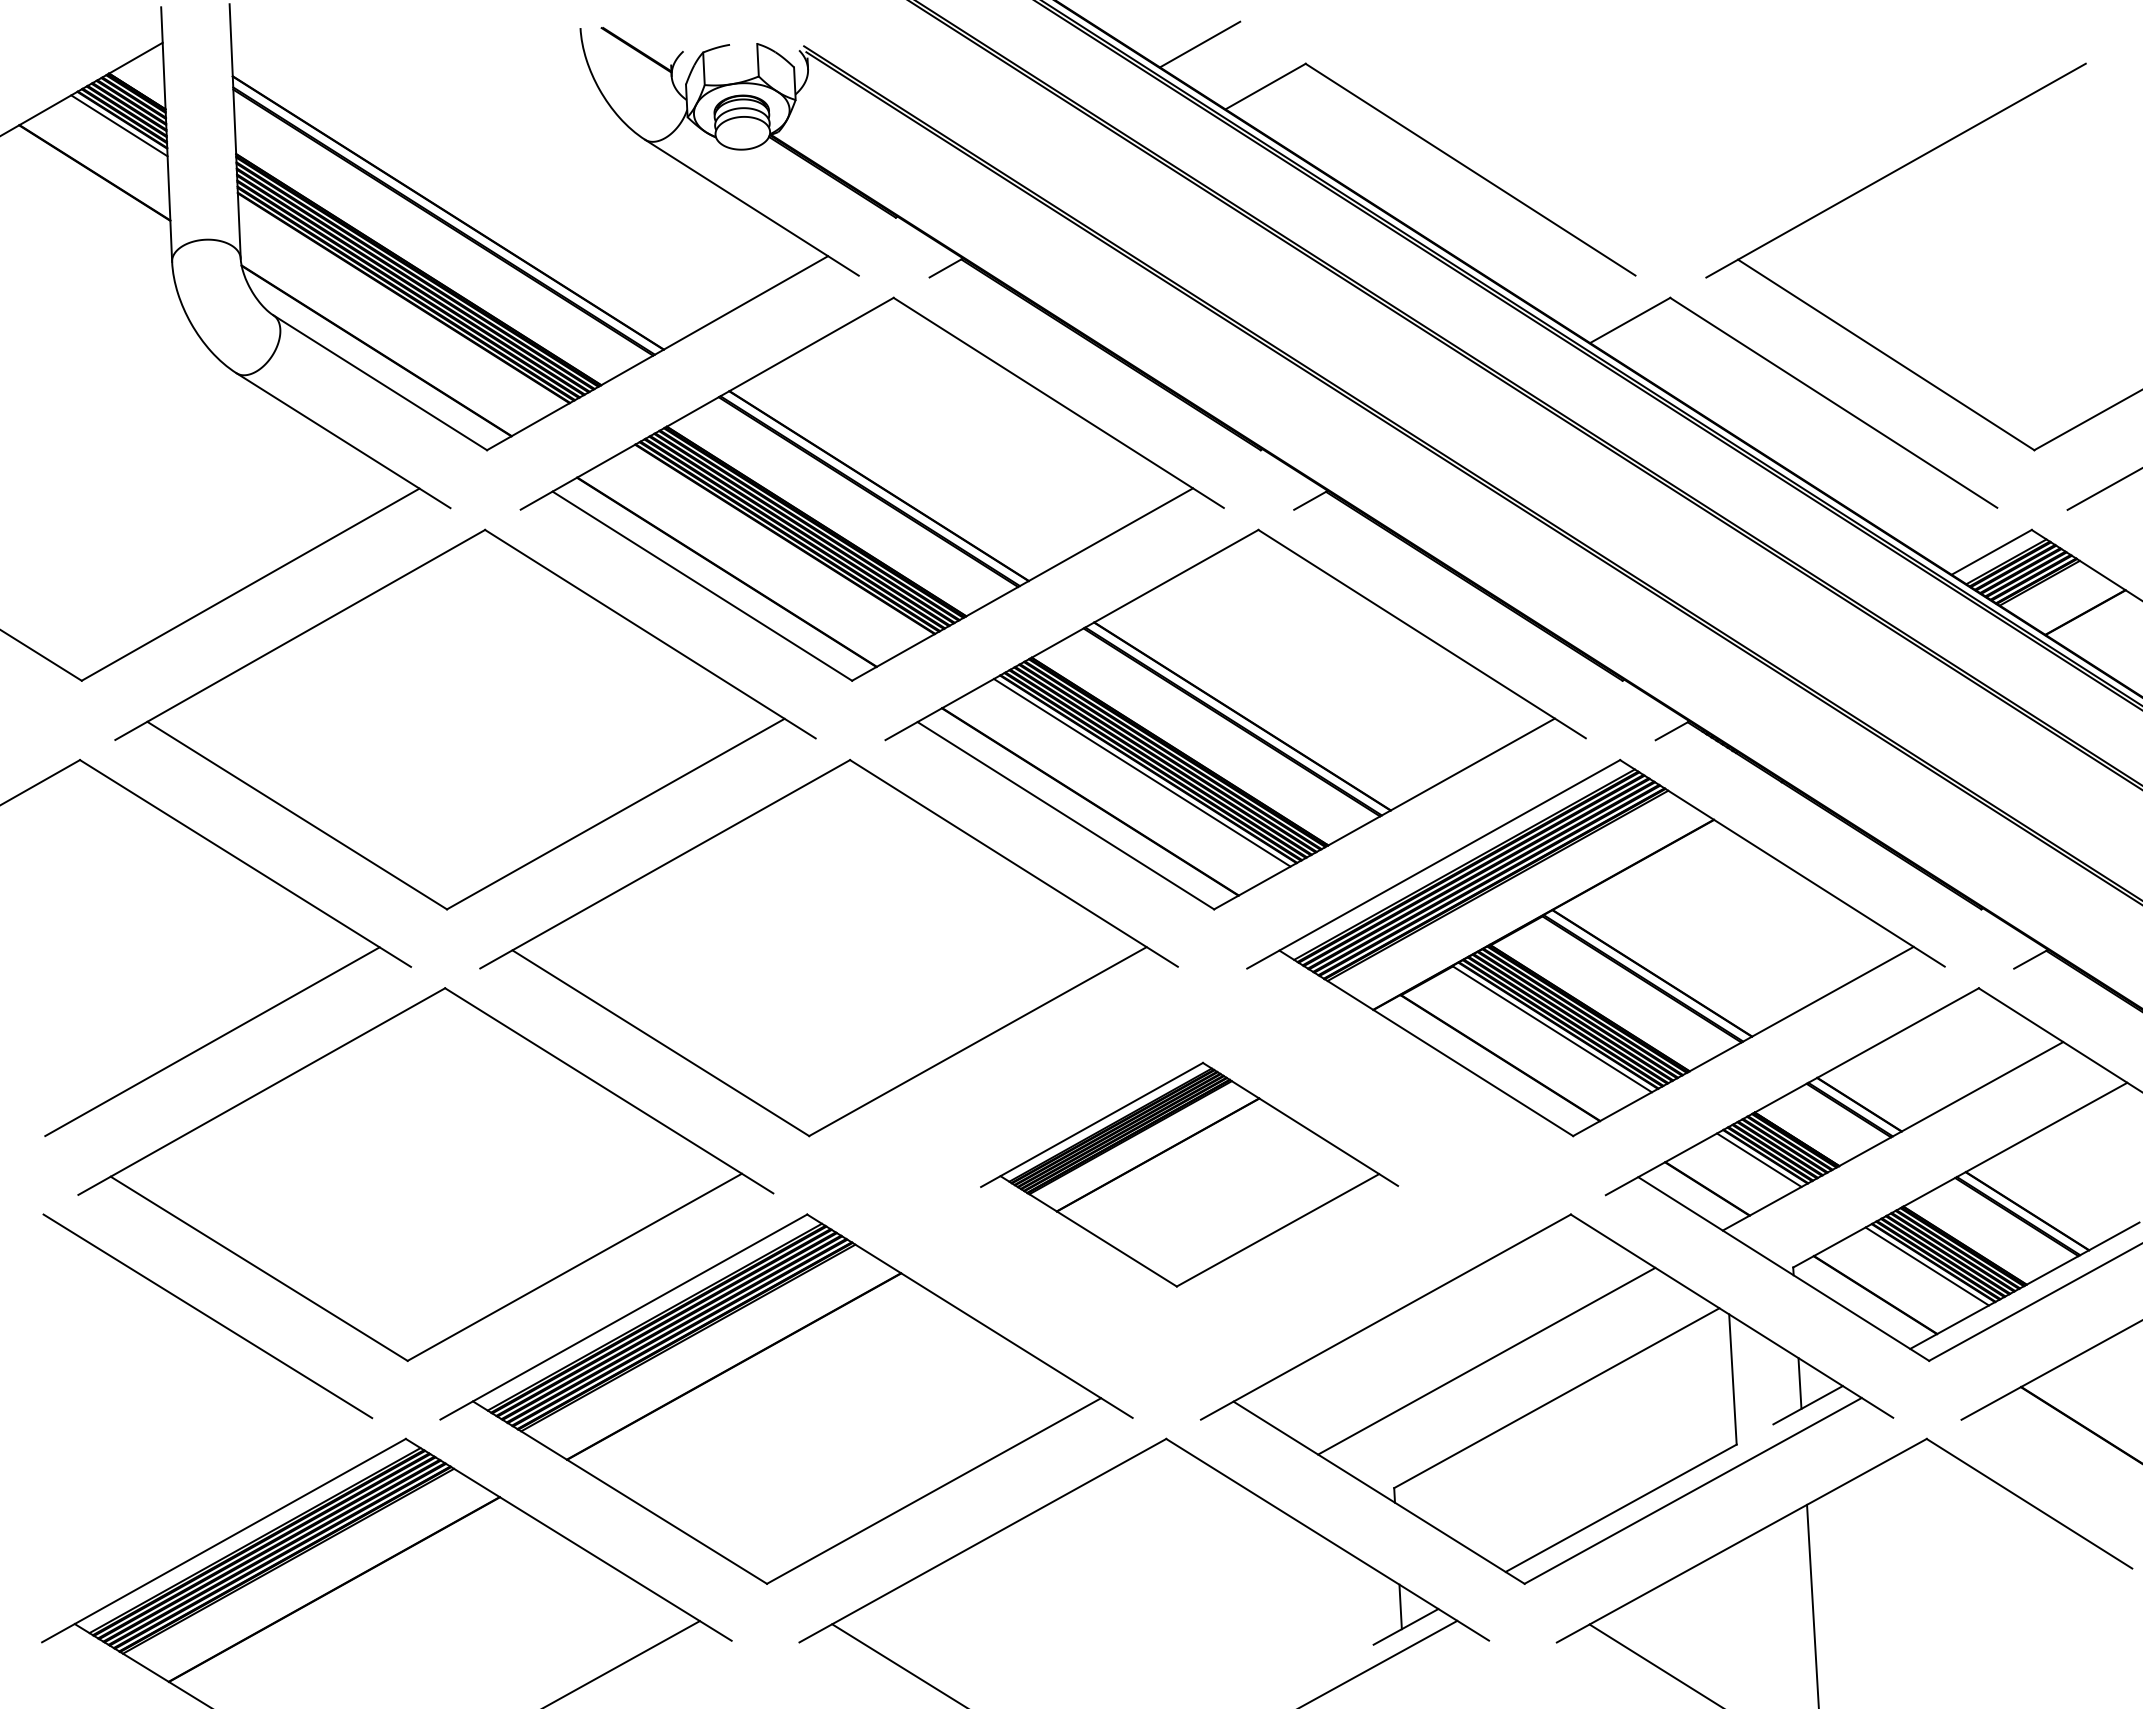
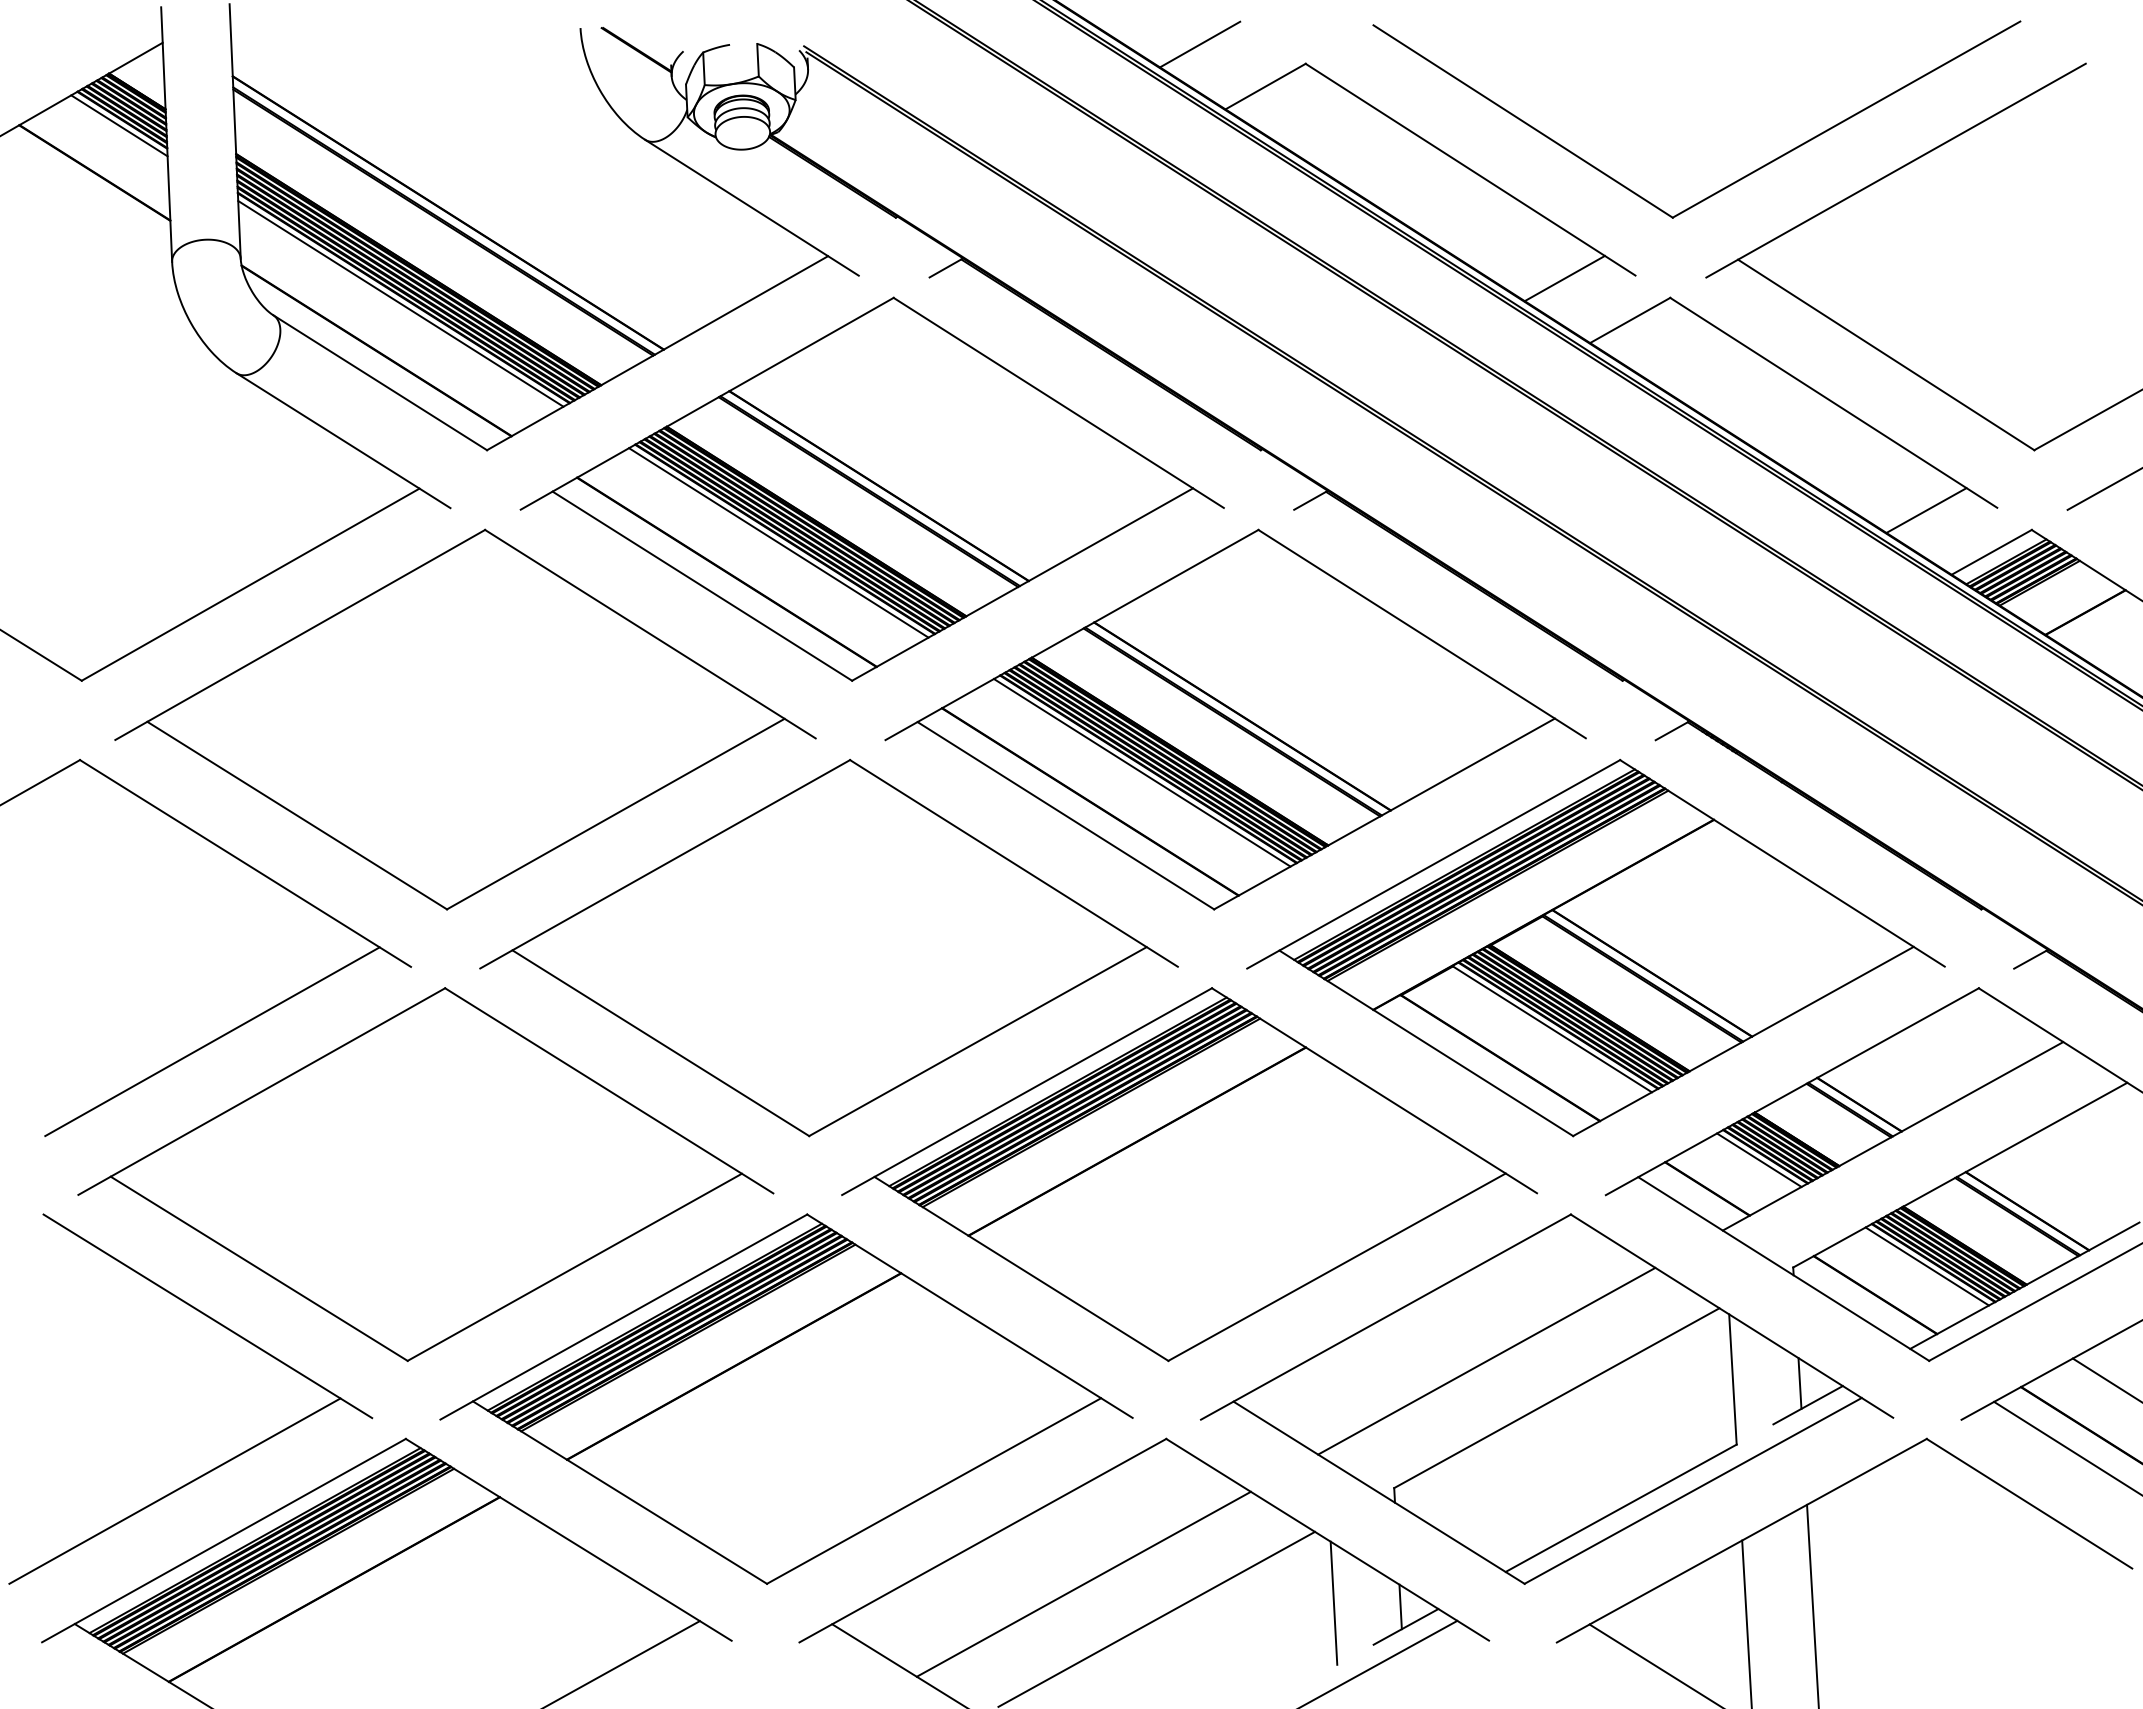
part at (1732, 182): none -> present
line at (1564, 278): none -> present
line at (400, 303): none -> present
line at (1926, 510): none -> present
line at (778, 542): none -> present
part at (1189, 1174) size: 420x227 px -> 697x376 px
line at (2105, 1379): none -> present
line at (2066, 1447): none -> present
line at (174, 1490): none -> present
line at (1083, 1583): none -> present
line at (1333, 1602): none -> present
line at (1157, 1618): none -> present
line at (1746, 1622): none -> present
